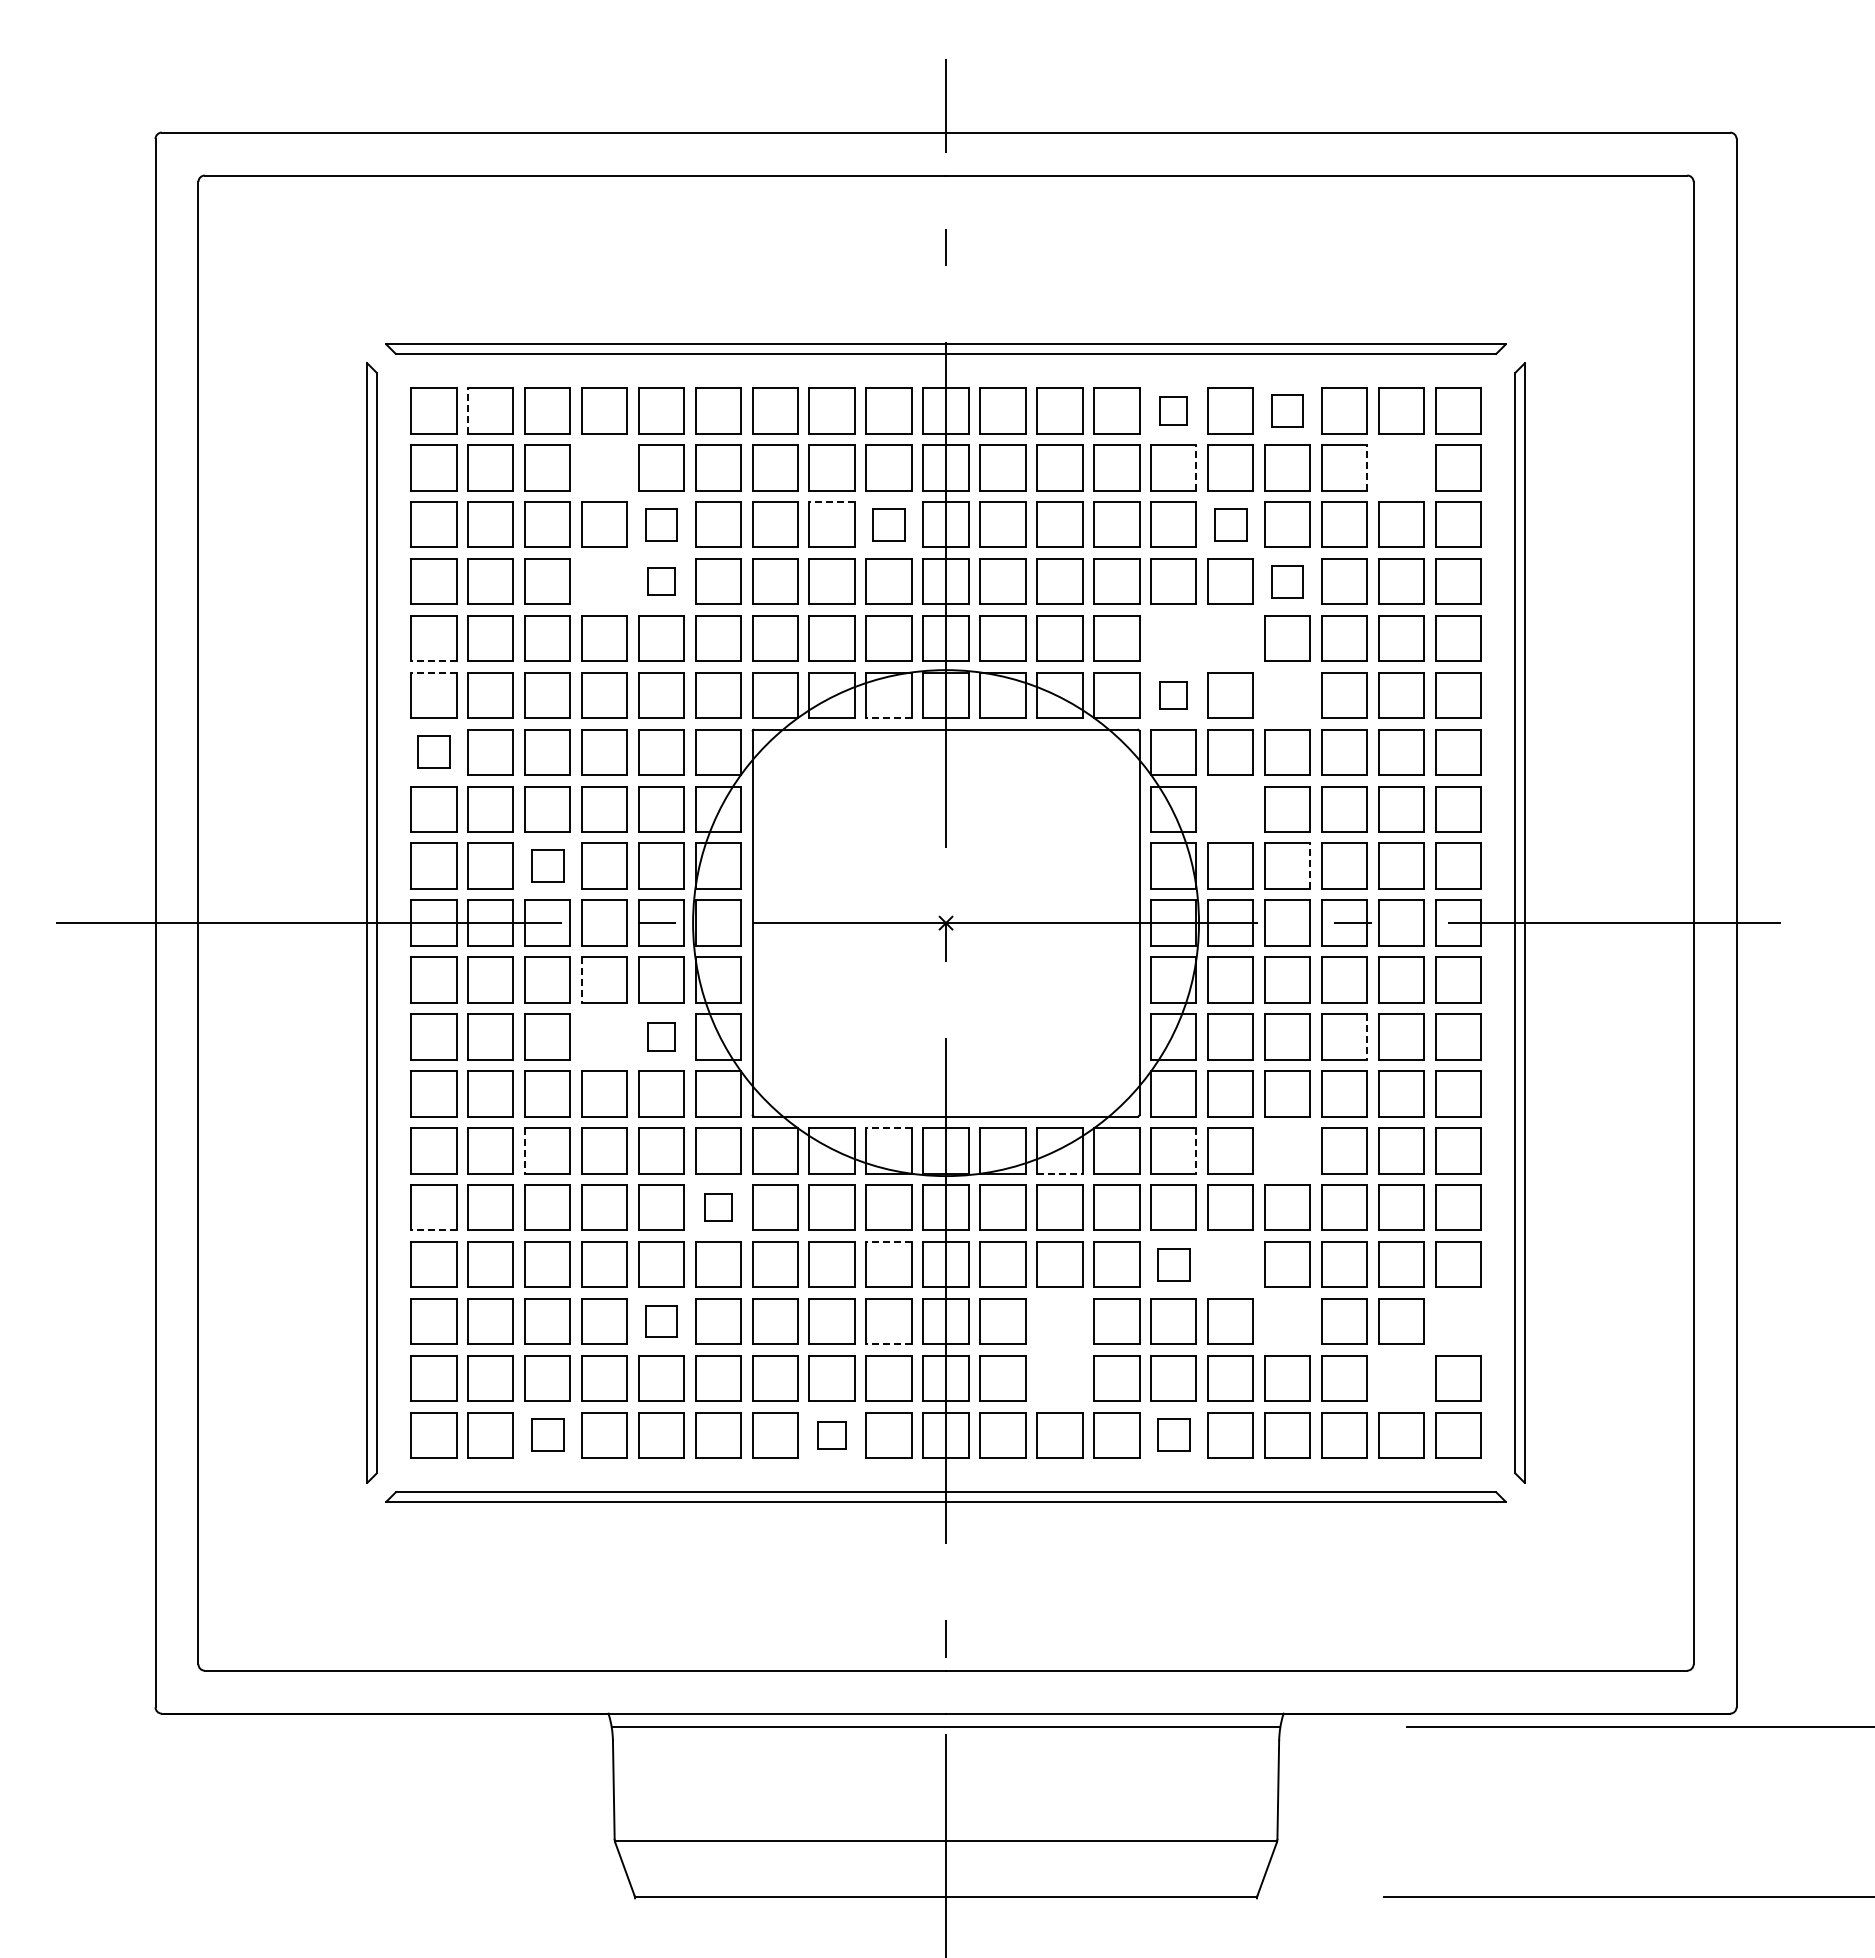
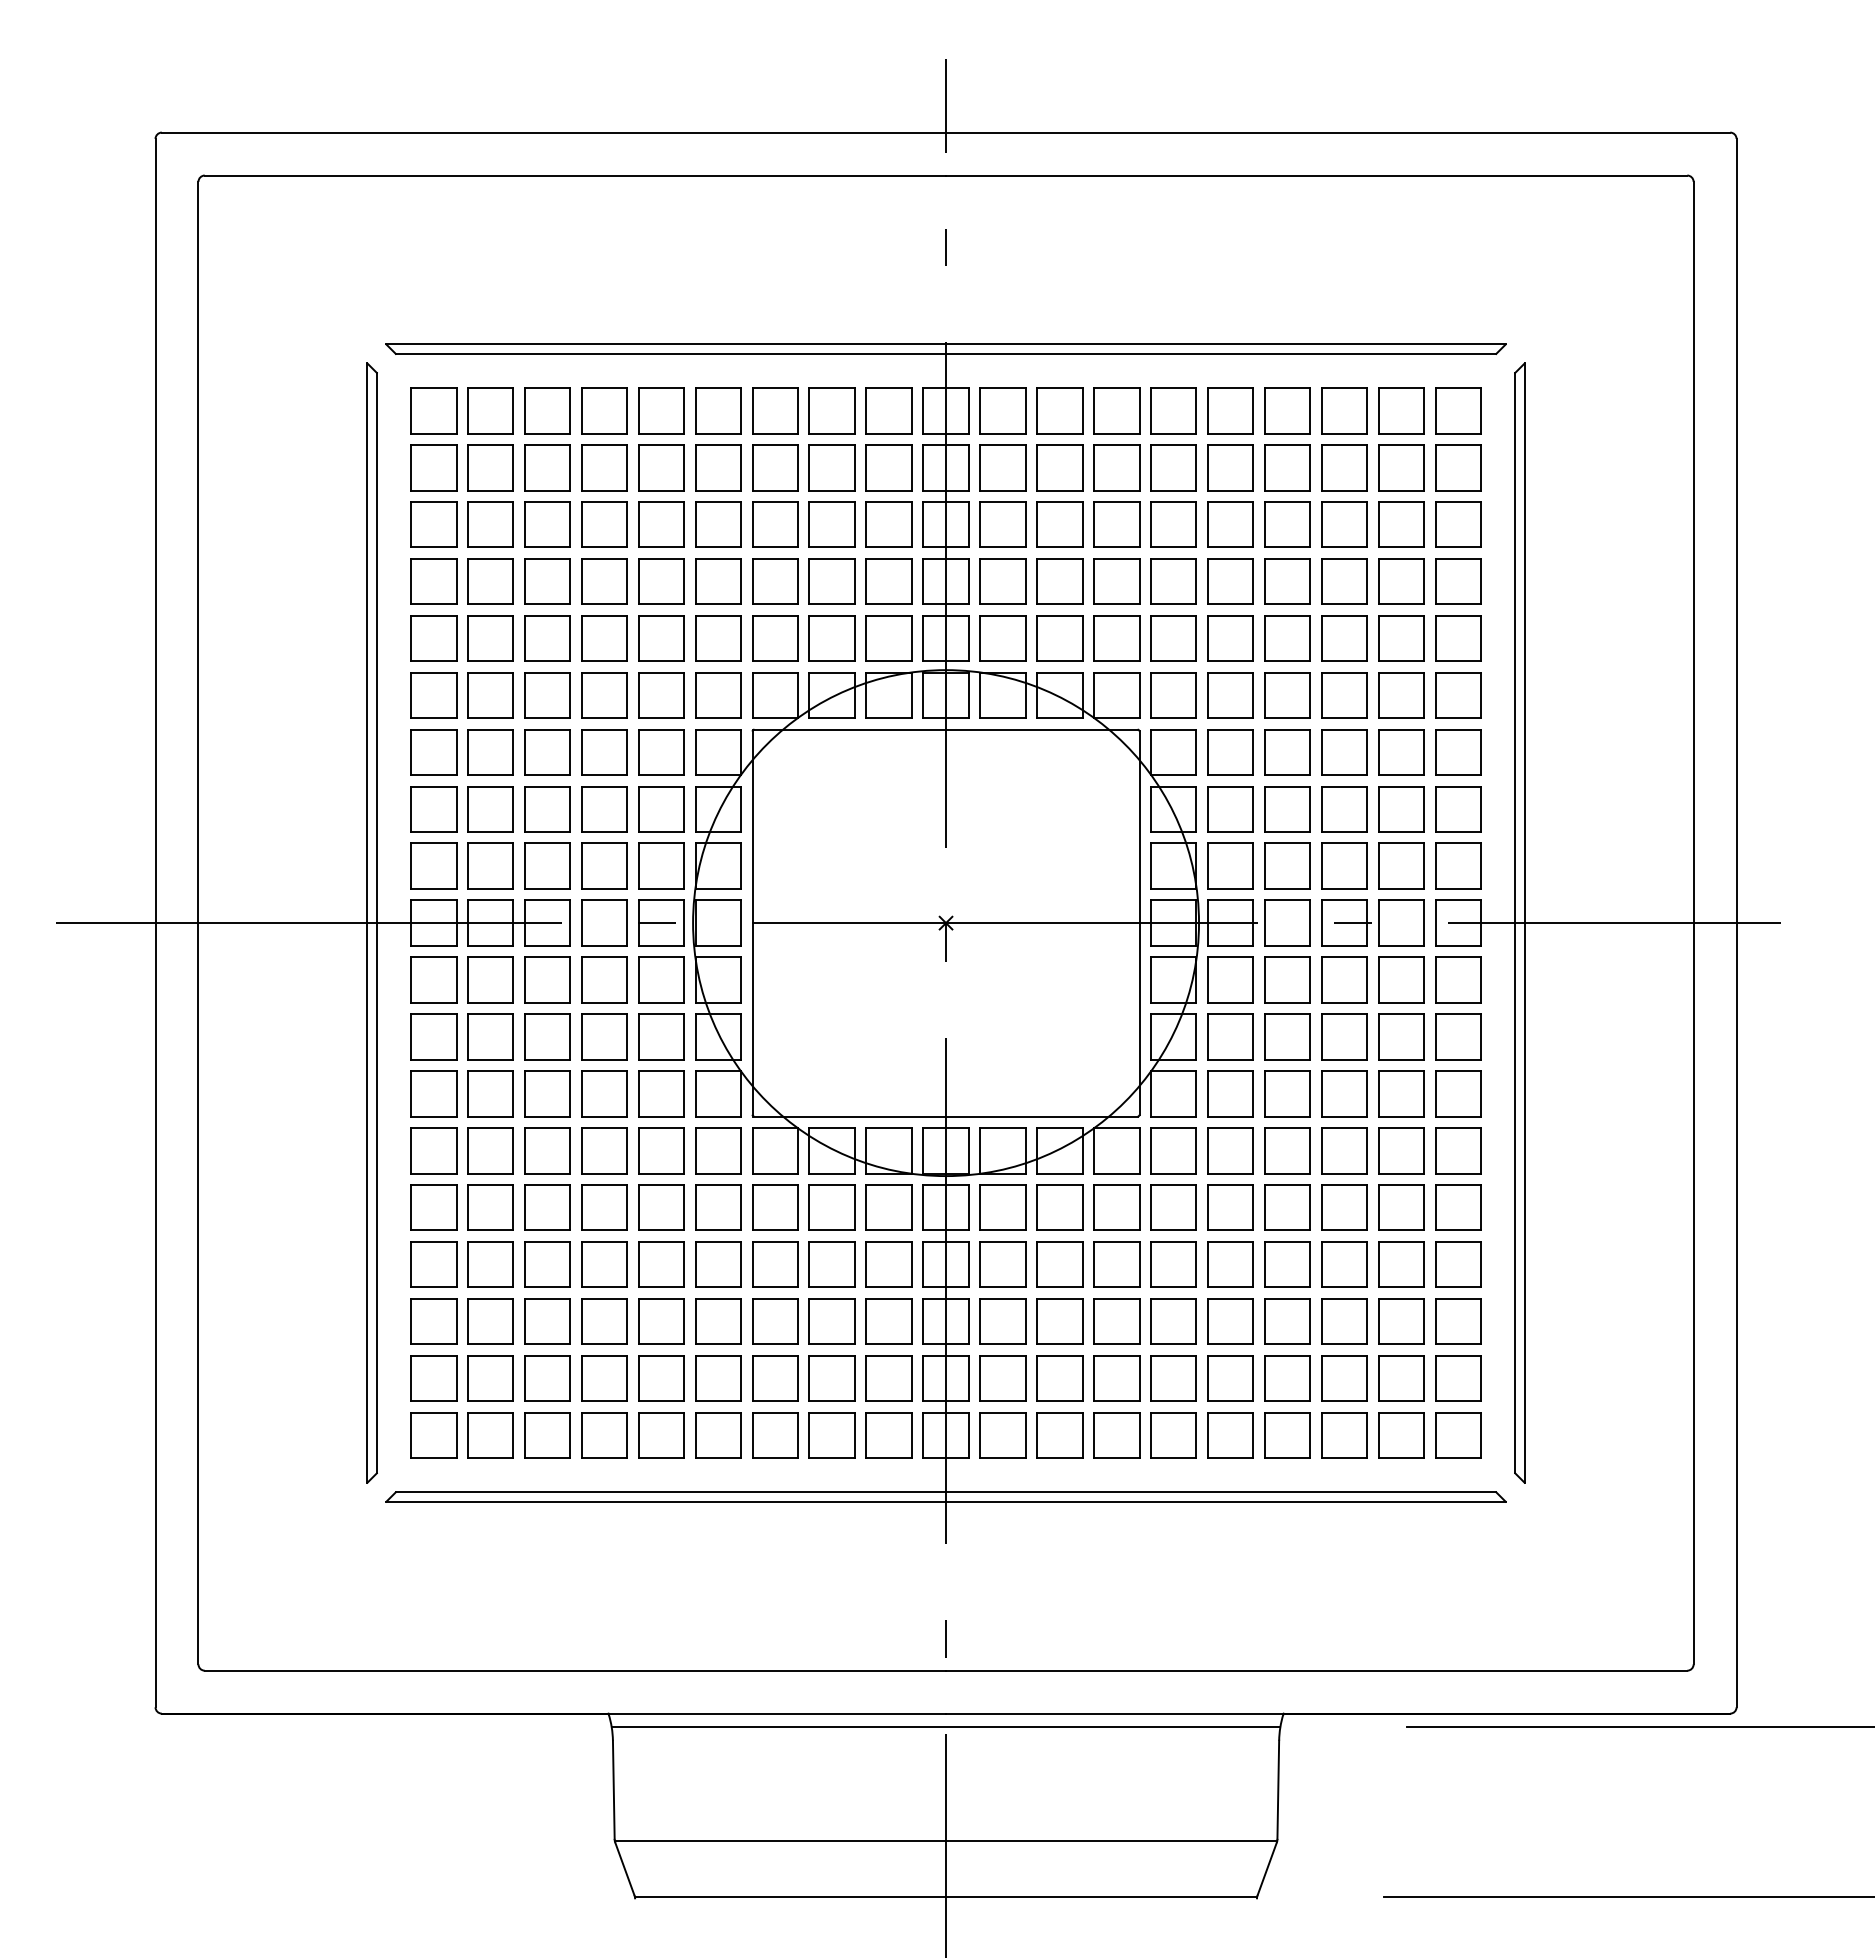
line at (467, 410): dashed -> solid
part at (1173, 410) size: 29x30 px -> 47x48 px
part at (1287, 410) size: 33x34 px -> 47x48 px
part at (604, 467): none -> present
line at (1196, 467): dashed -> solid
line at (1367, 467): dashed -> solid
part at (1401, 467): none -> present
line at (832, 501): dashed -> solid
part at (661, 524) size: 33x34 px -> 47x47 px
part at (888, 524) size: 34x34 px -> 48x47 px
part at (1230, 524) size: 34x34 px -> 47x47 px
part at (604, 581): none -> present
part at (661, 581) size: 29x29 px -> 47x47 px
part at (1287, 581) size: 33x34 px -> 47x47 px
part at (1173, 638): none -> present
part at (1230, 638): none -> present
line at (433, 661): dashed -> solid
line at (433, 672): dashed -> solid
part at (1173, 695) size: 29x29 px -> 47x47 px
part at (1287, 695): none -> present
line at (889, 718): dashed -> solid
part at (433, 751) size: 34x34 px -> 48x47 px
part at (1230, 809): none -> present
part at (547, 865) size: 34x34 px -> 47x48 px
line at (1310, 866): dashed -> solid
line at (581, 980): dashed -> solid
part at (604, 1036): none -> present
part at (661, 1036) size: 29x30 px -> 47x48 px
line at (1367, 1036): dashed -> solid
line at (889, 1128): dashed -> solid
line at (524, 1150): dashed -> solid
line at (1196, 1150): dashed -> solid
part at (1287, 1150): none -> present
line at (1059, 1173): dashed -> solid
part at (718, 1207) size: 29x29 px -> 47x47 px
line at (433, 1230): dashed -> solid
line at (889, 1241): dashed -> solid
part at (1173, 1264) size: 34x34 px -> 47x47 px
part at (1230, 1264): none -> present
part at (661, 1321) size: 33x33 px -> 47x47 px
part at (1059, 1321): none -> present
part at (1287, 1321): none -> present
part at (1458, 1321): none -> present
line at (889, 1344): dashed -> solid
part at (1059, 1378): none -> present
part at (1401, 1378): none -> present
part at (547, 1434) size: 34x34 px -> 47x47 px
part at (1173, 1434) size: 34x34 px -> 47x47 px
part at (831, 1435) size: 30x29 px -> 48x47 px
